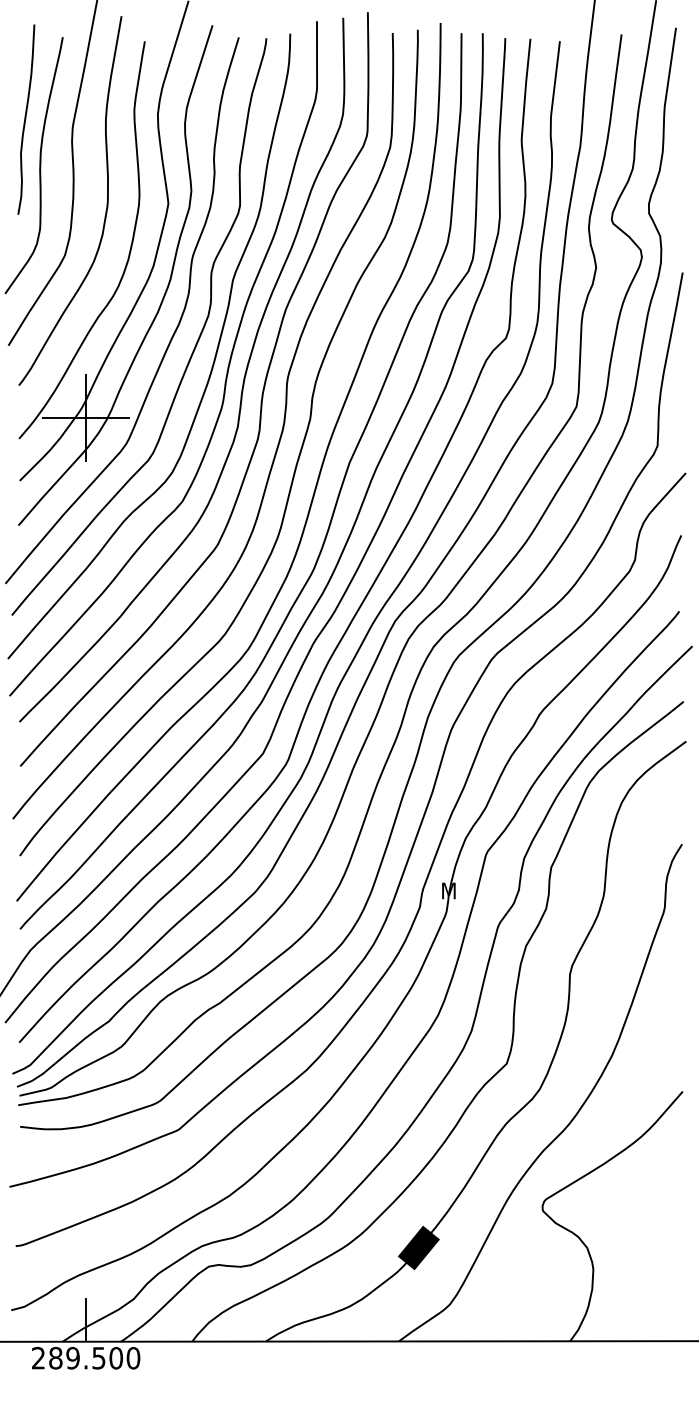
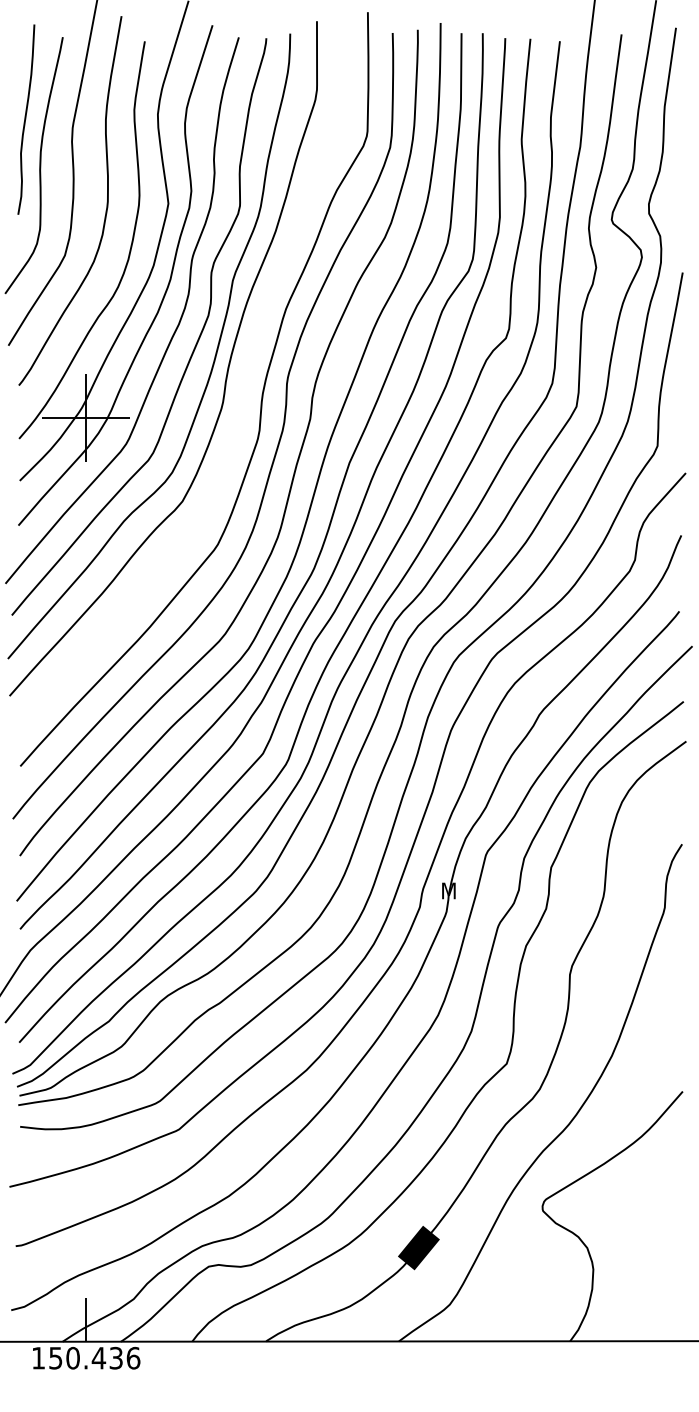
curve at (242, 382): present -> none
text at (86, 1357): 289.500 -> 150.436
